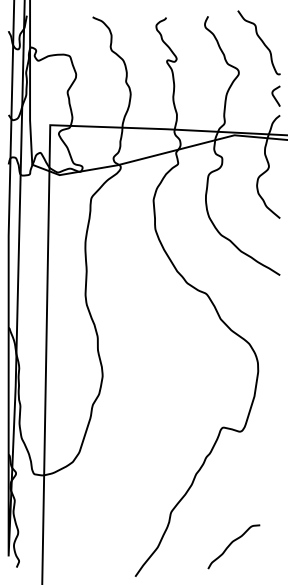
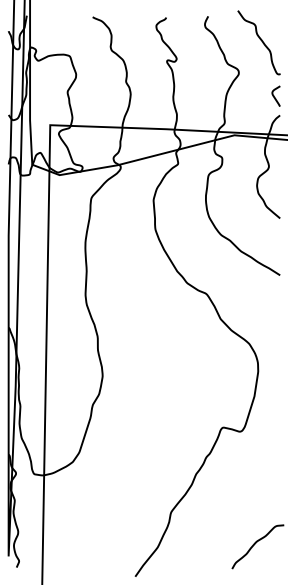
curve at (231, 544) position: (231, 544) -> (255, 544)
